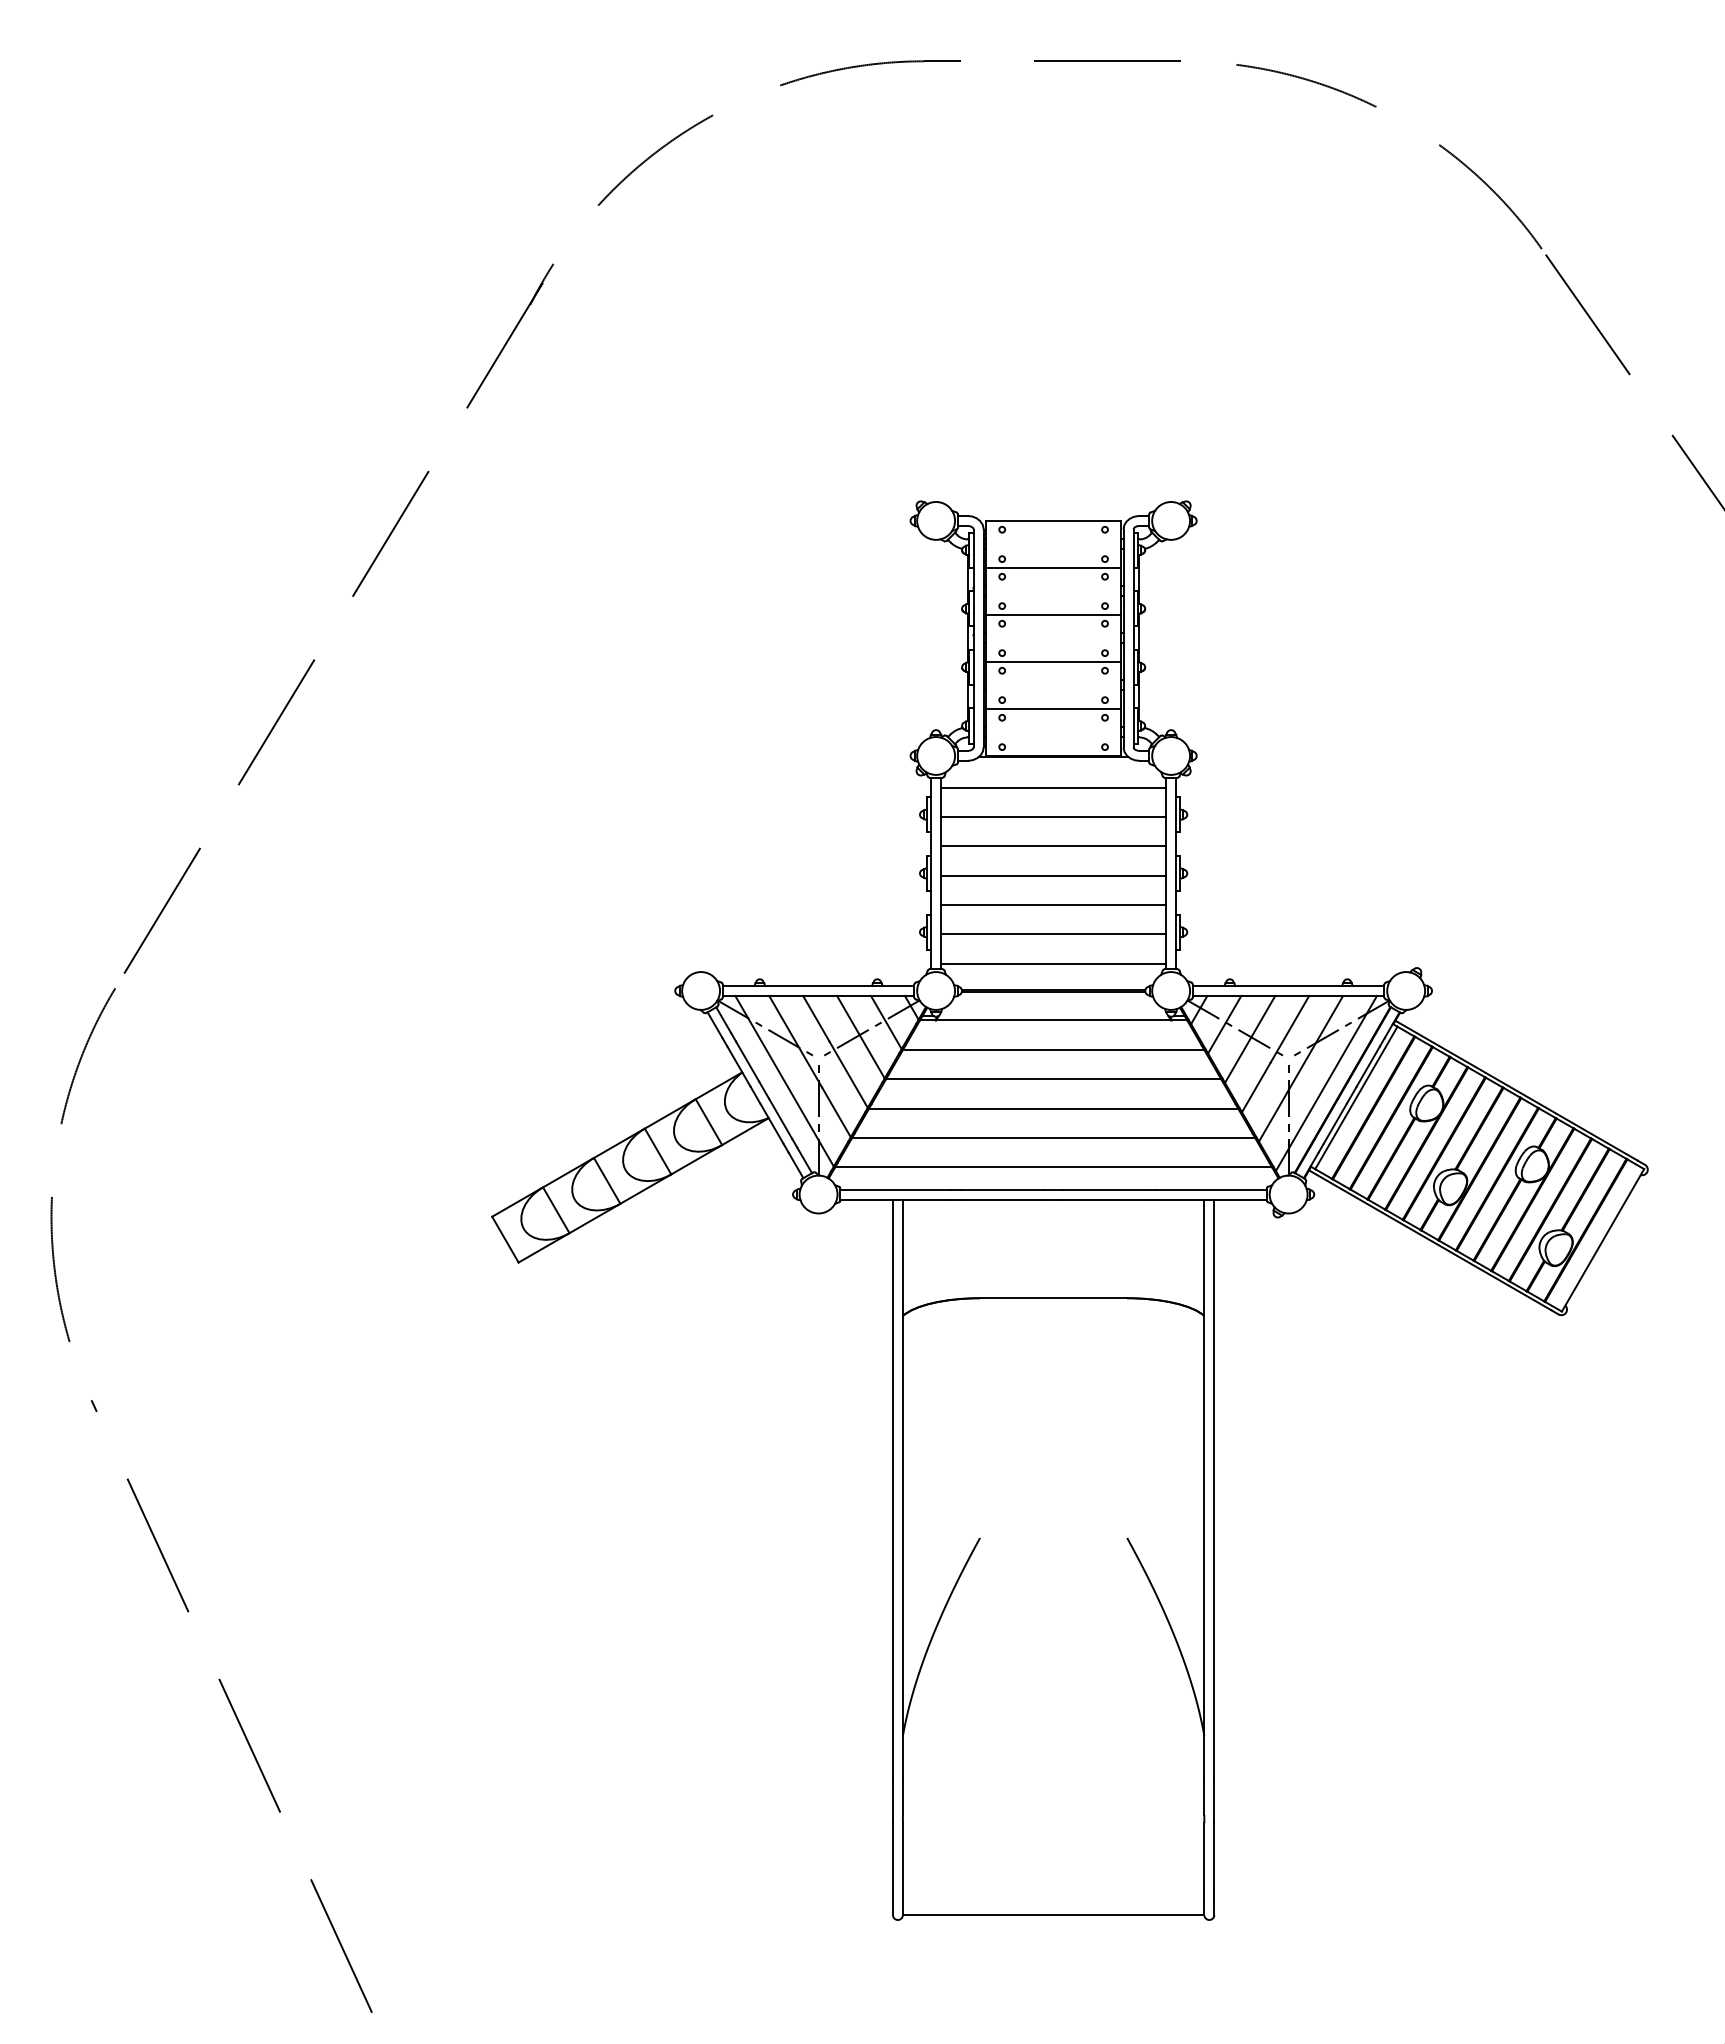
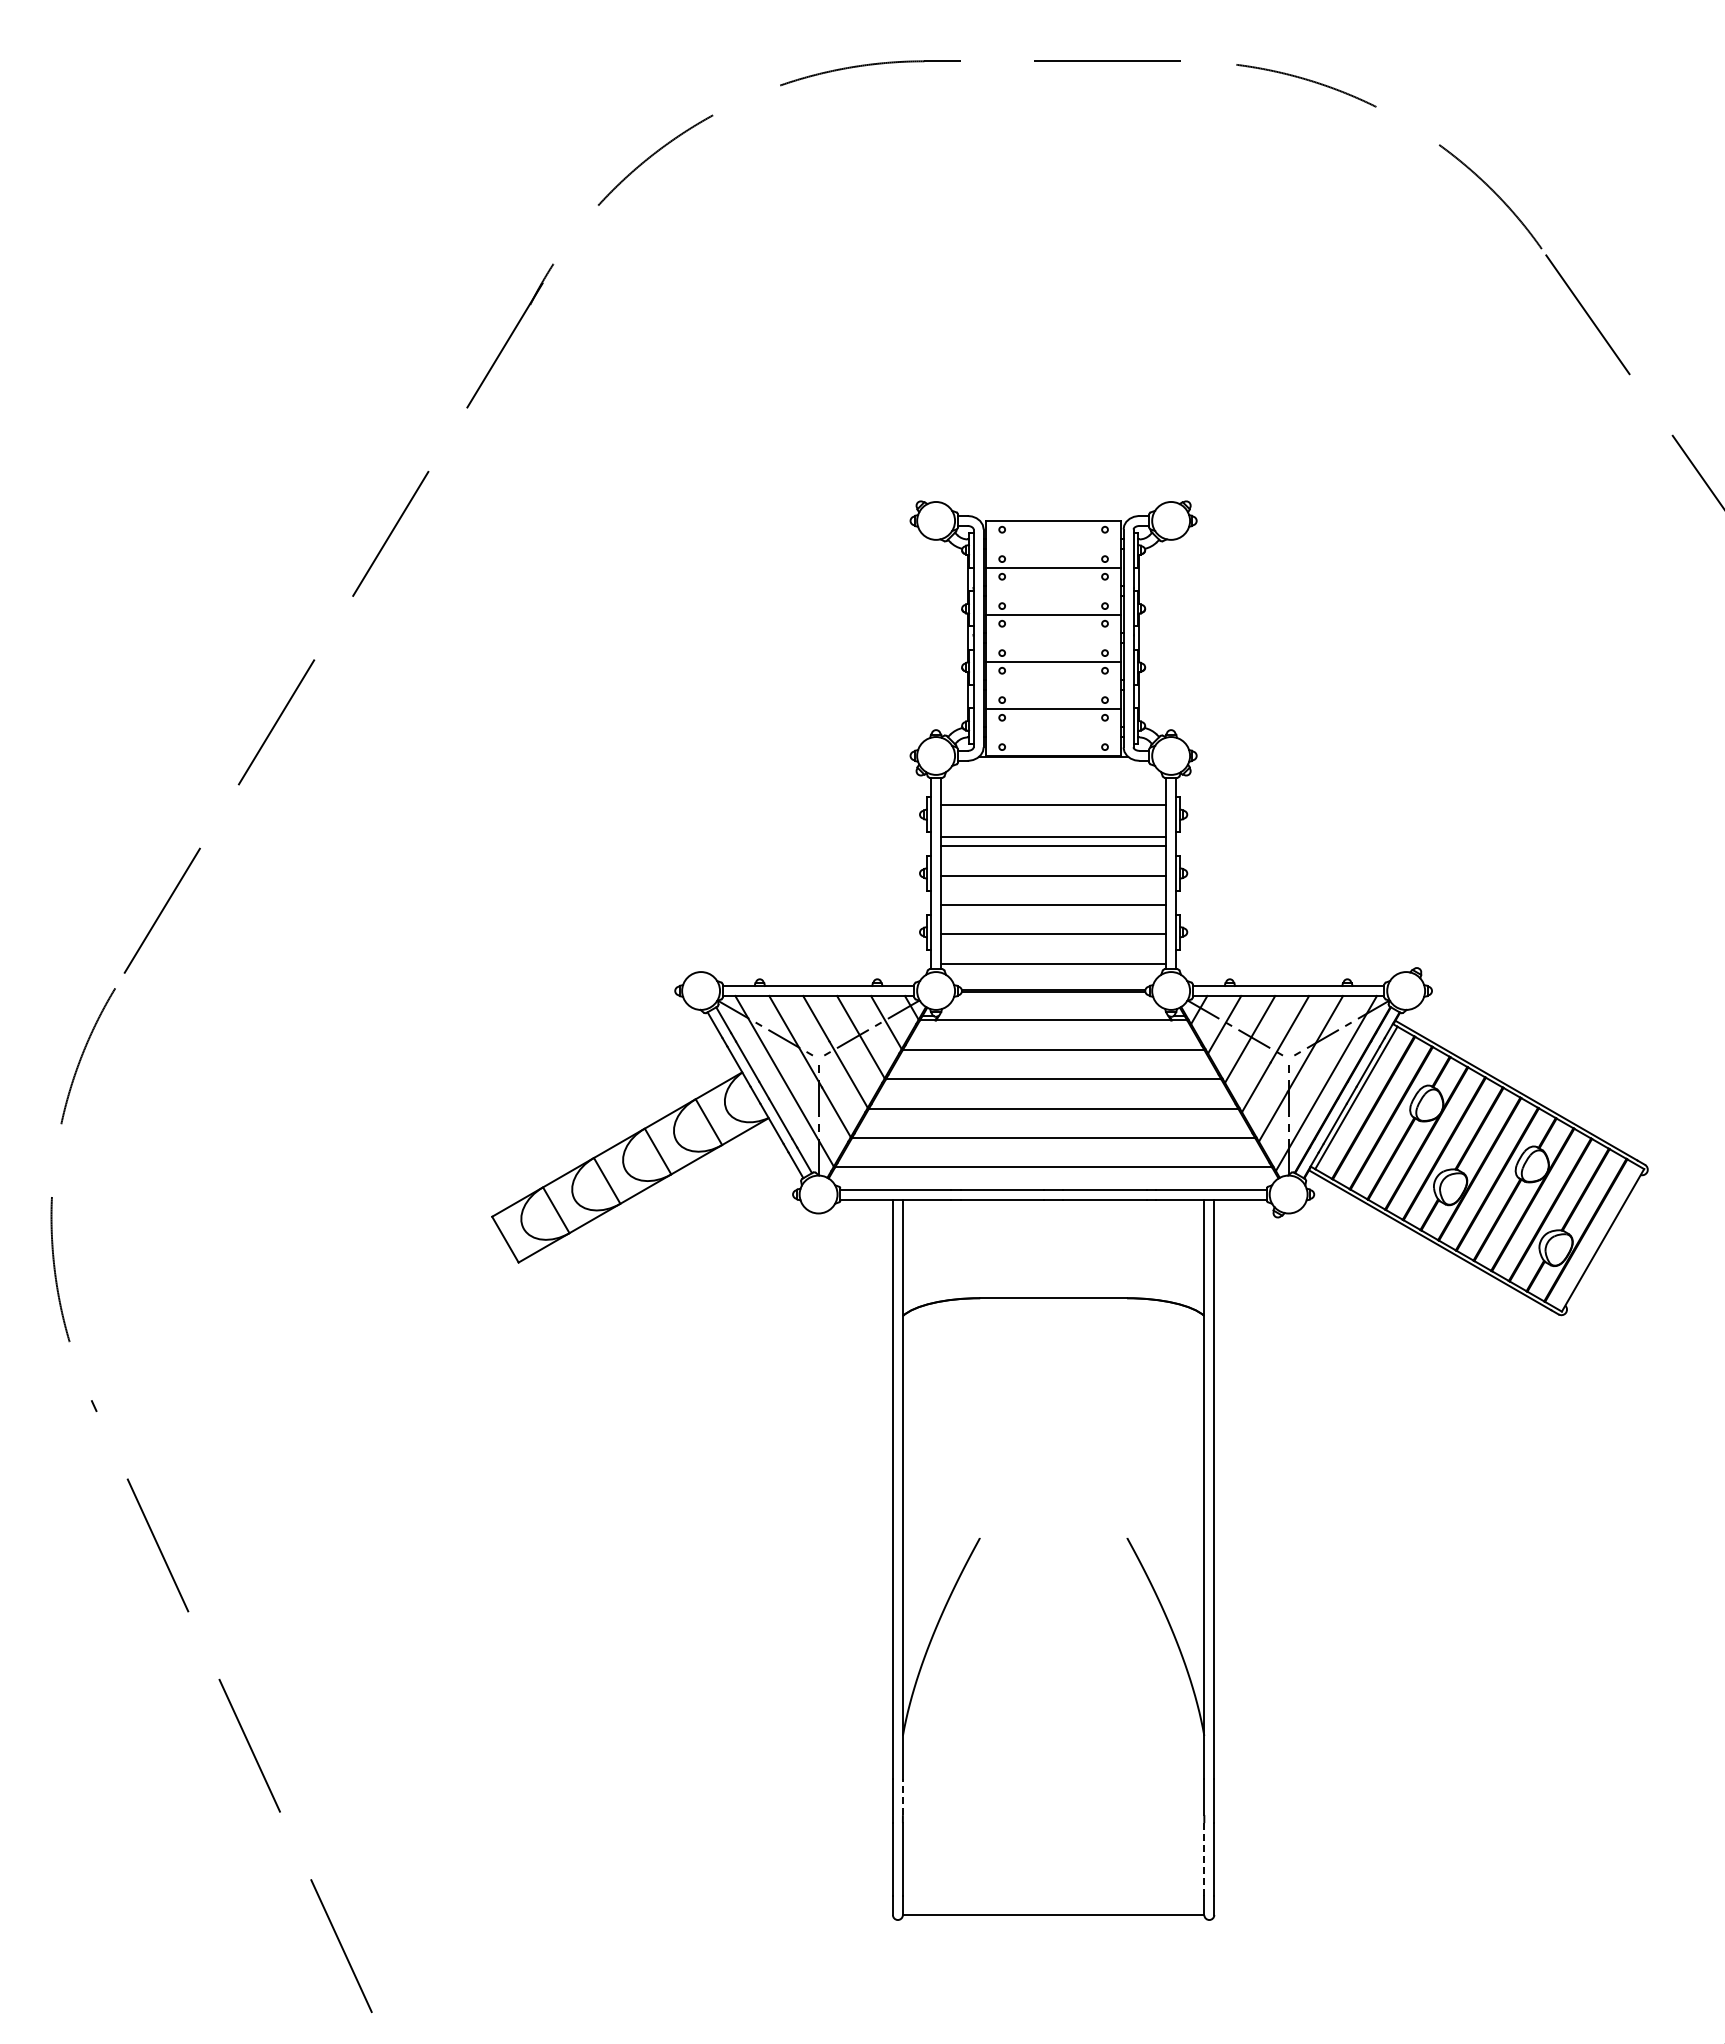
line at (1053, 787) position: (1053, 787) -> (1053, 804)
line at (1053, 816) position: (1053, 816) -> (1053, 836)
line at (902, 1796): solid -> dashed
line at (1204, 1859): solid -> dashed
